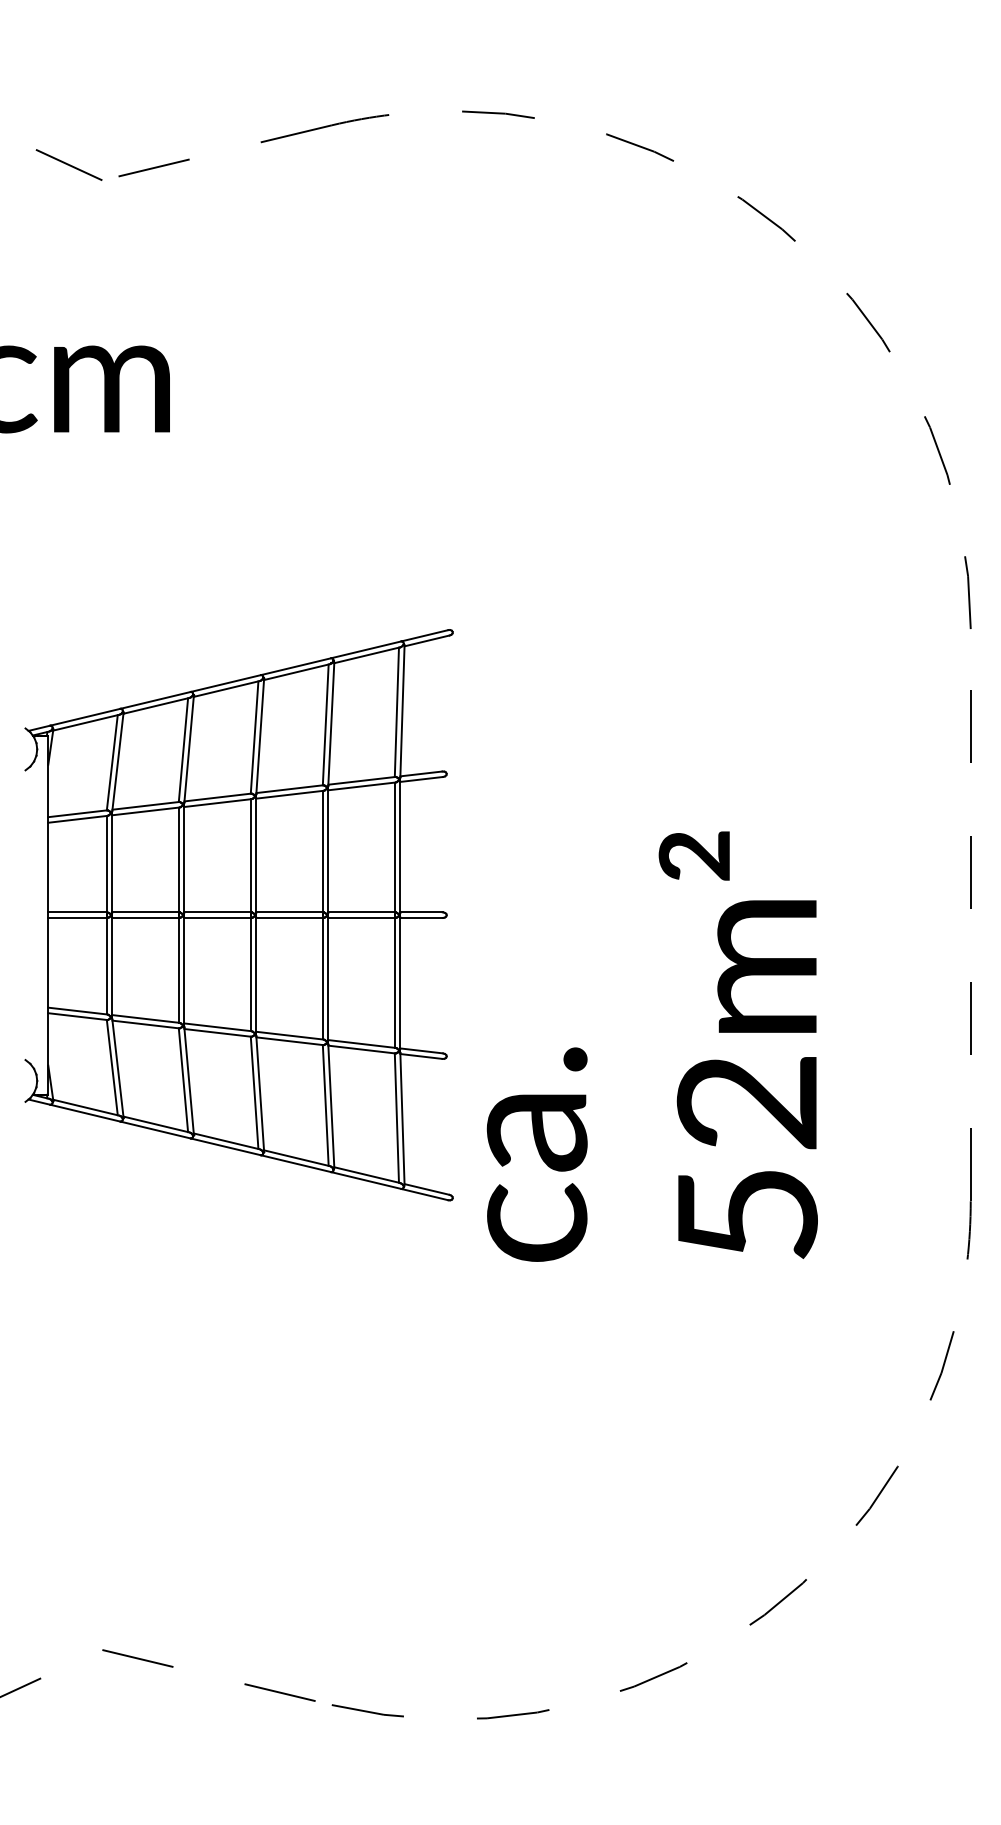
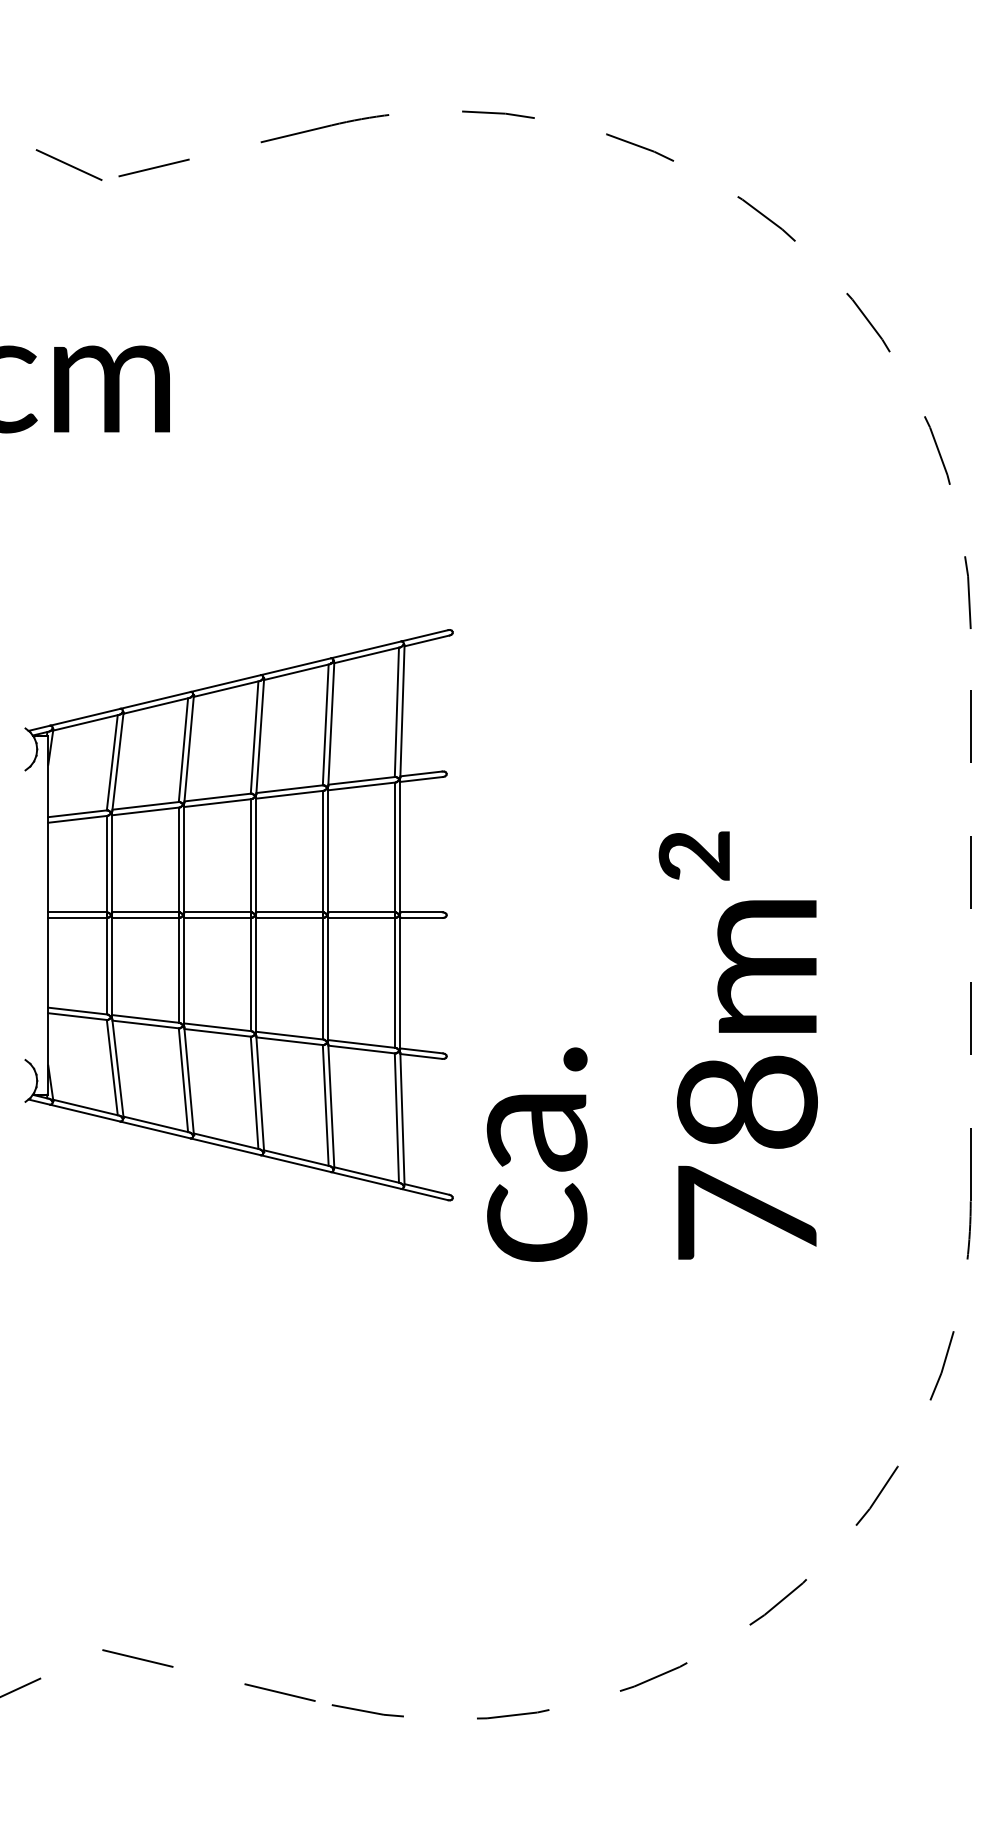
text at (747, 1157): 52m² -> 78m²
